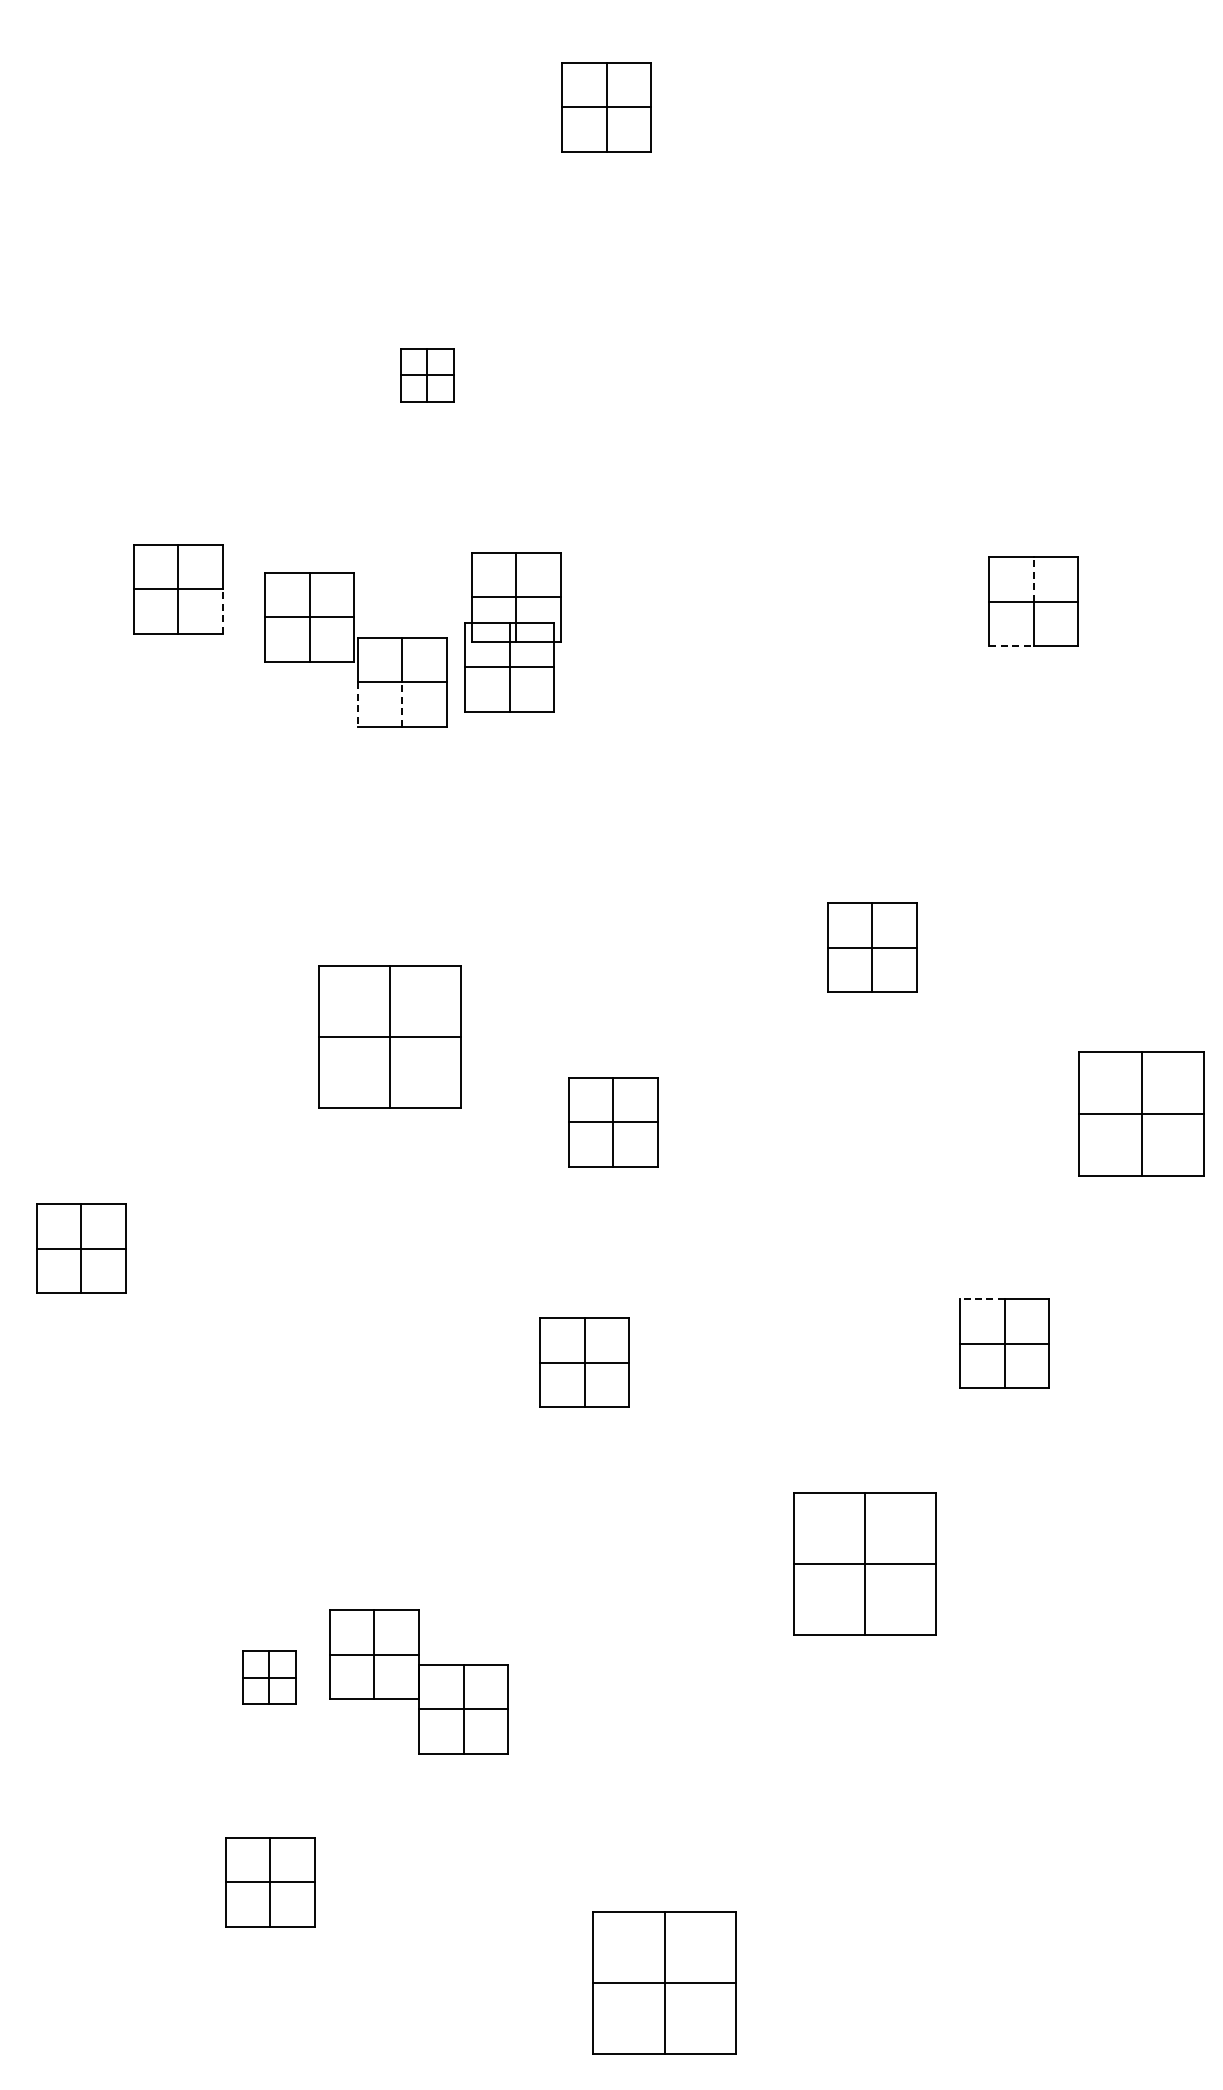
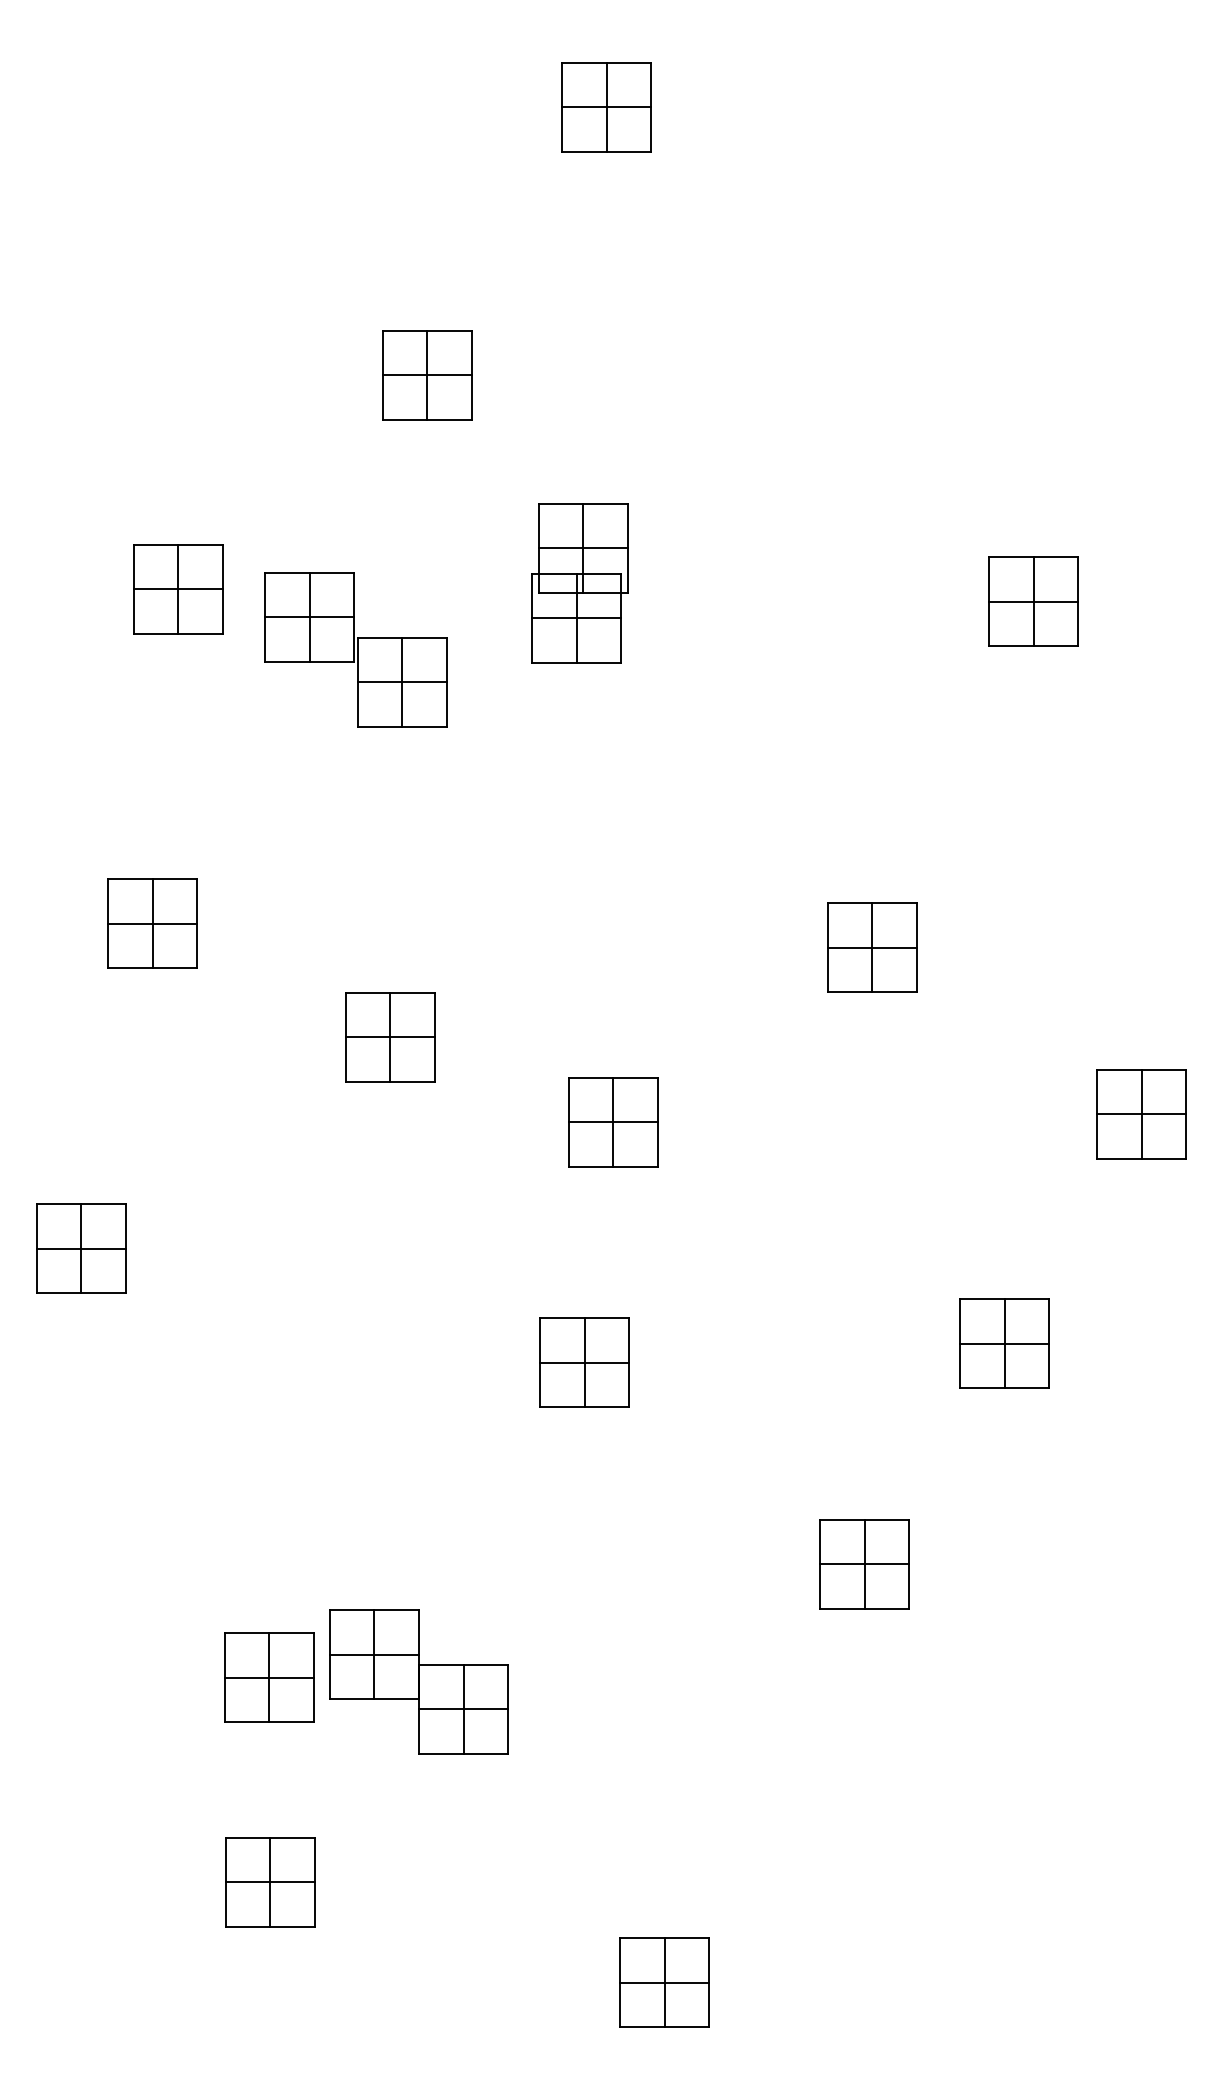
part at (427, 375) size: 55x55 px -> 91x91 px
line at (1033, 579): dashed -> solid
line at (222, 610): dashed -> solid
part at (512, 632) position: (512, 632) -> (579, 583)
line at (1012, 646): dashed -> solid
line at (402, 703): dashed -> solid
line at (357, 704): dashed -> solid
part at (152, 923): none -> present
part at (389, 1036) size: 144x144 px -> 91x91 px
part at (1141, 1113) size: 127x126 px -> 91x91 px
line at (982, 1299): dashed -> solid
part at (864, 1563) size: 144x144 px -> 91x91 px
part at (269, 1677) size: 55x55 px -> 91x91 px
part at (664, 1982) size: 145x144 px -> 91x91 px
